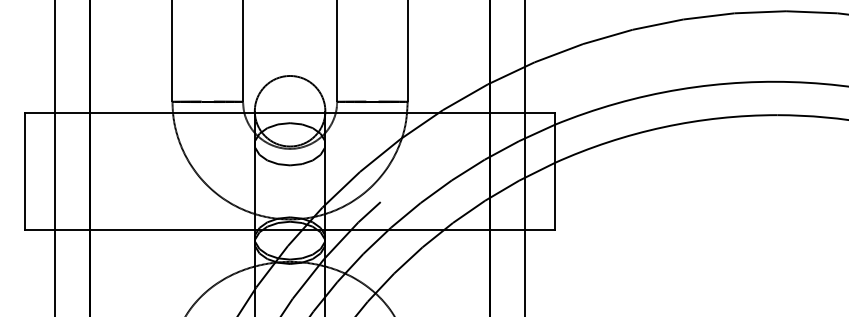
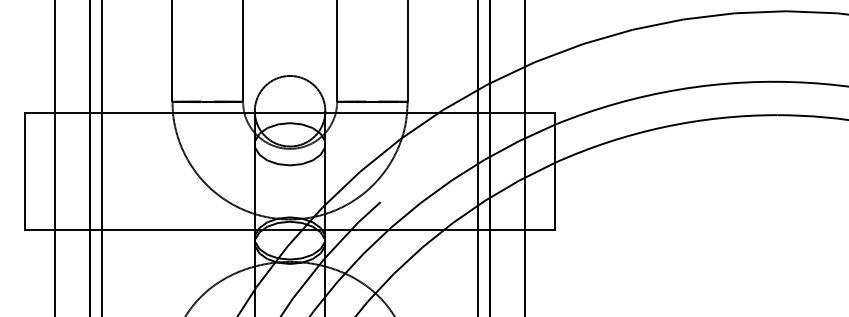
line at (101, 157): none -> present
line at (478, 157): none -> present
